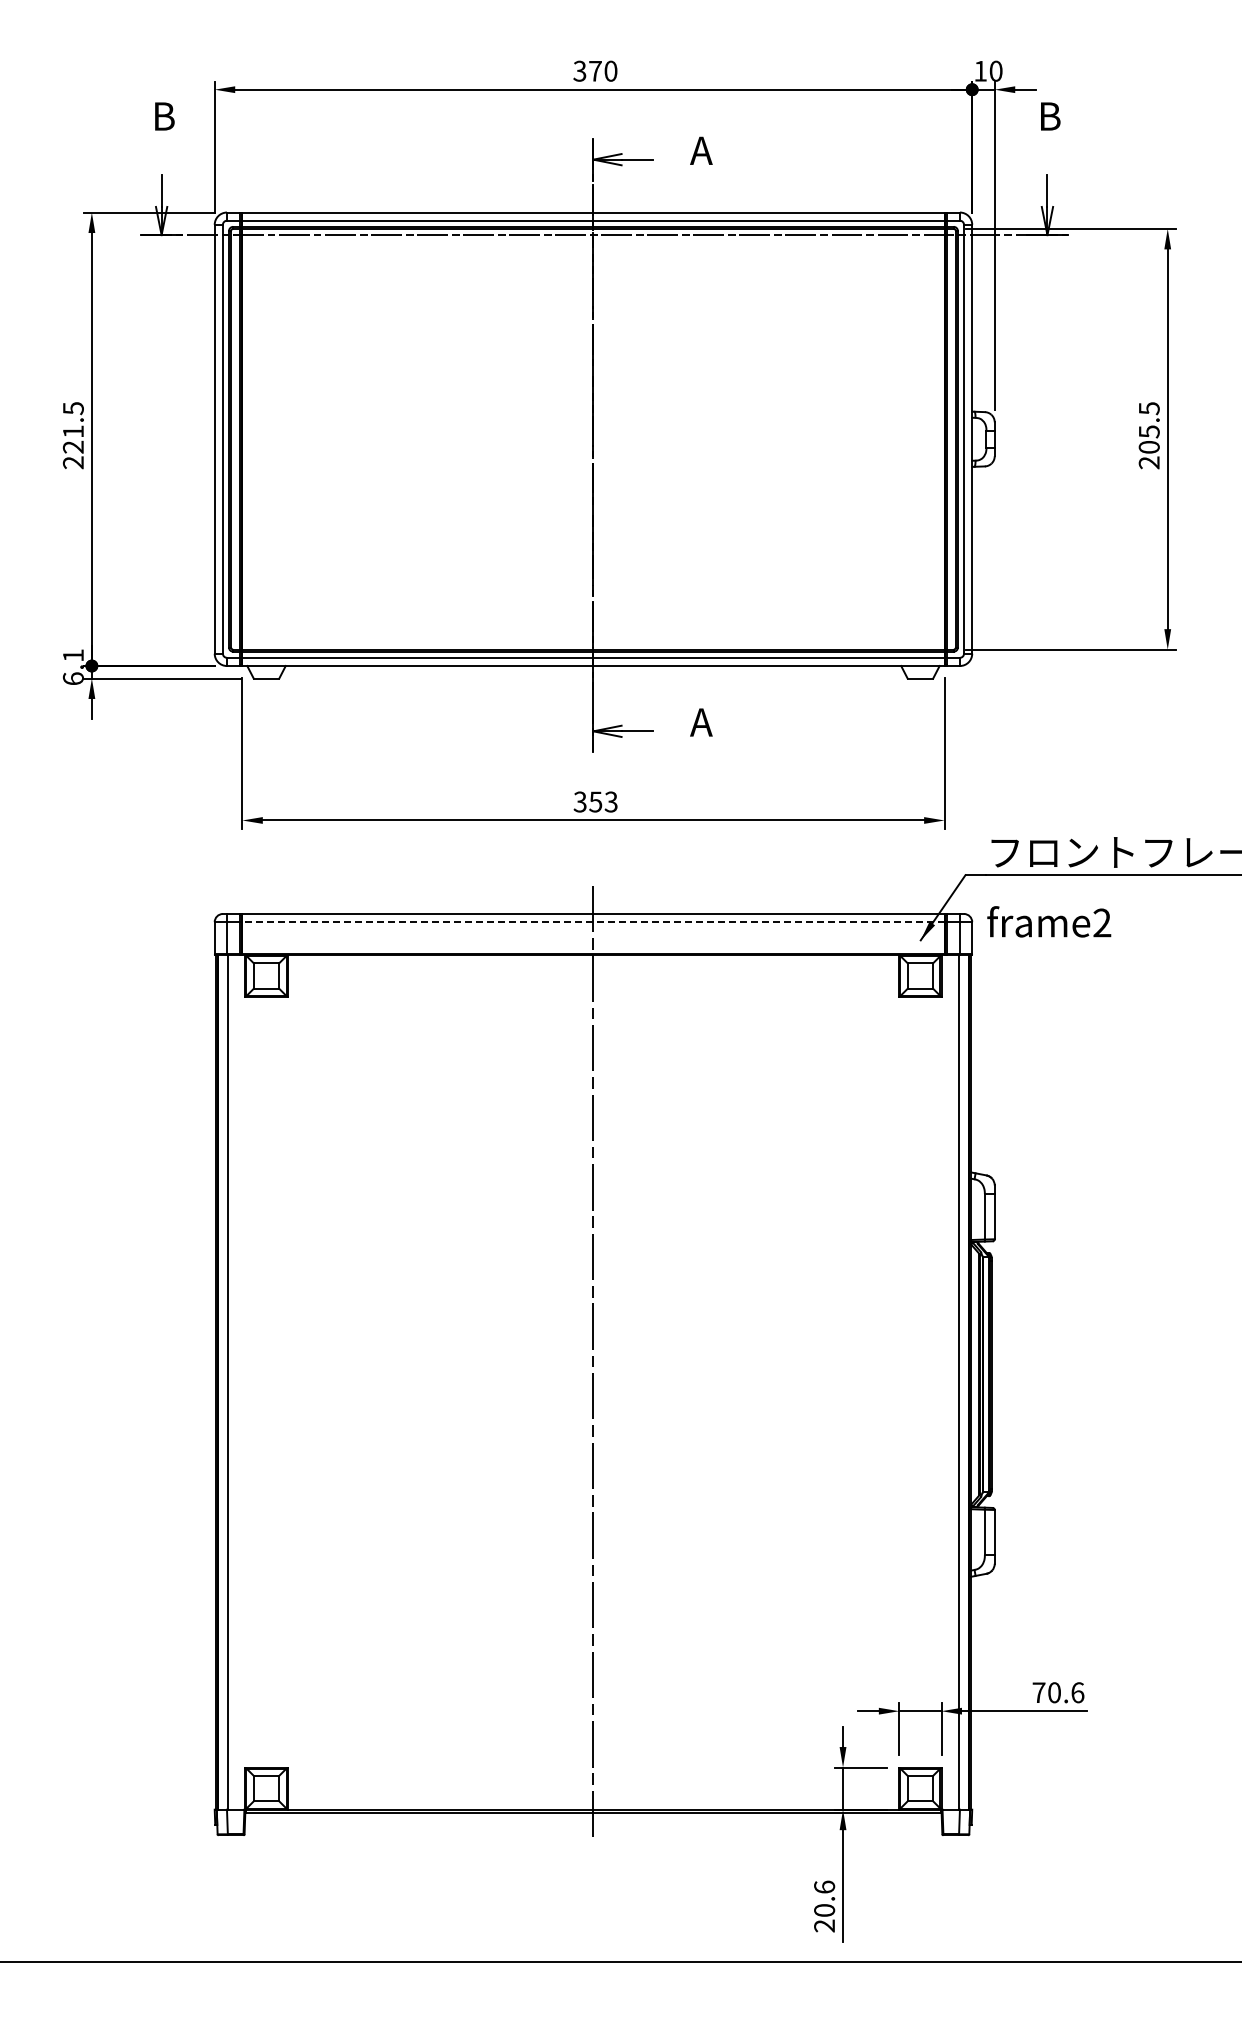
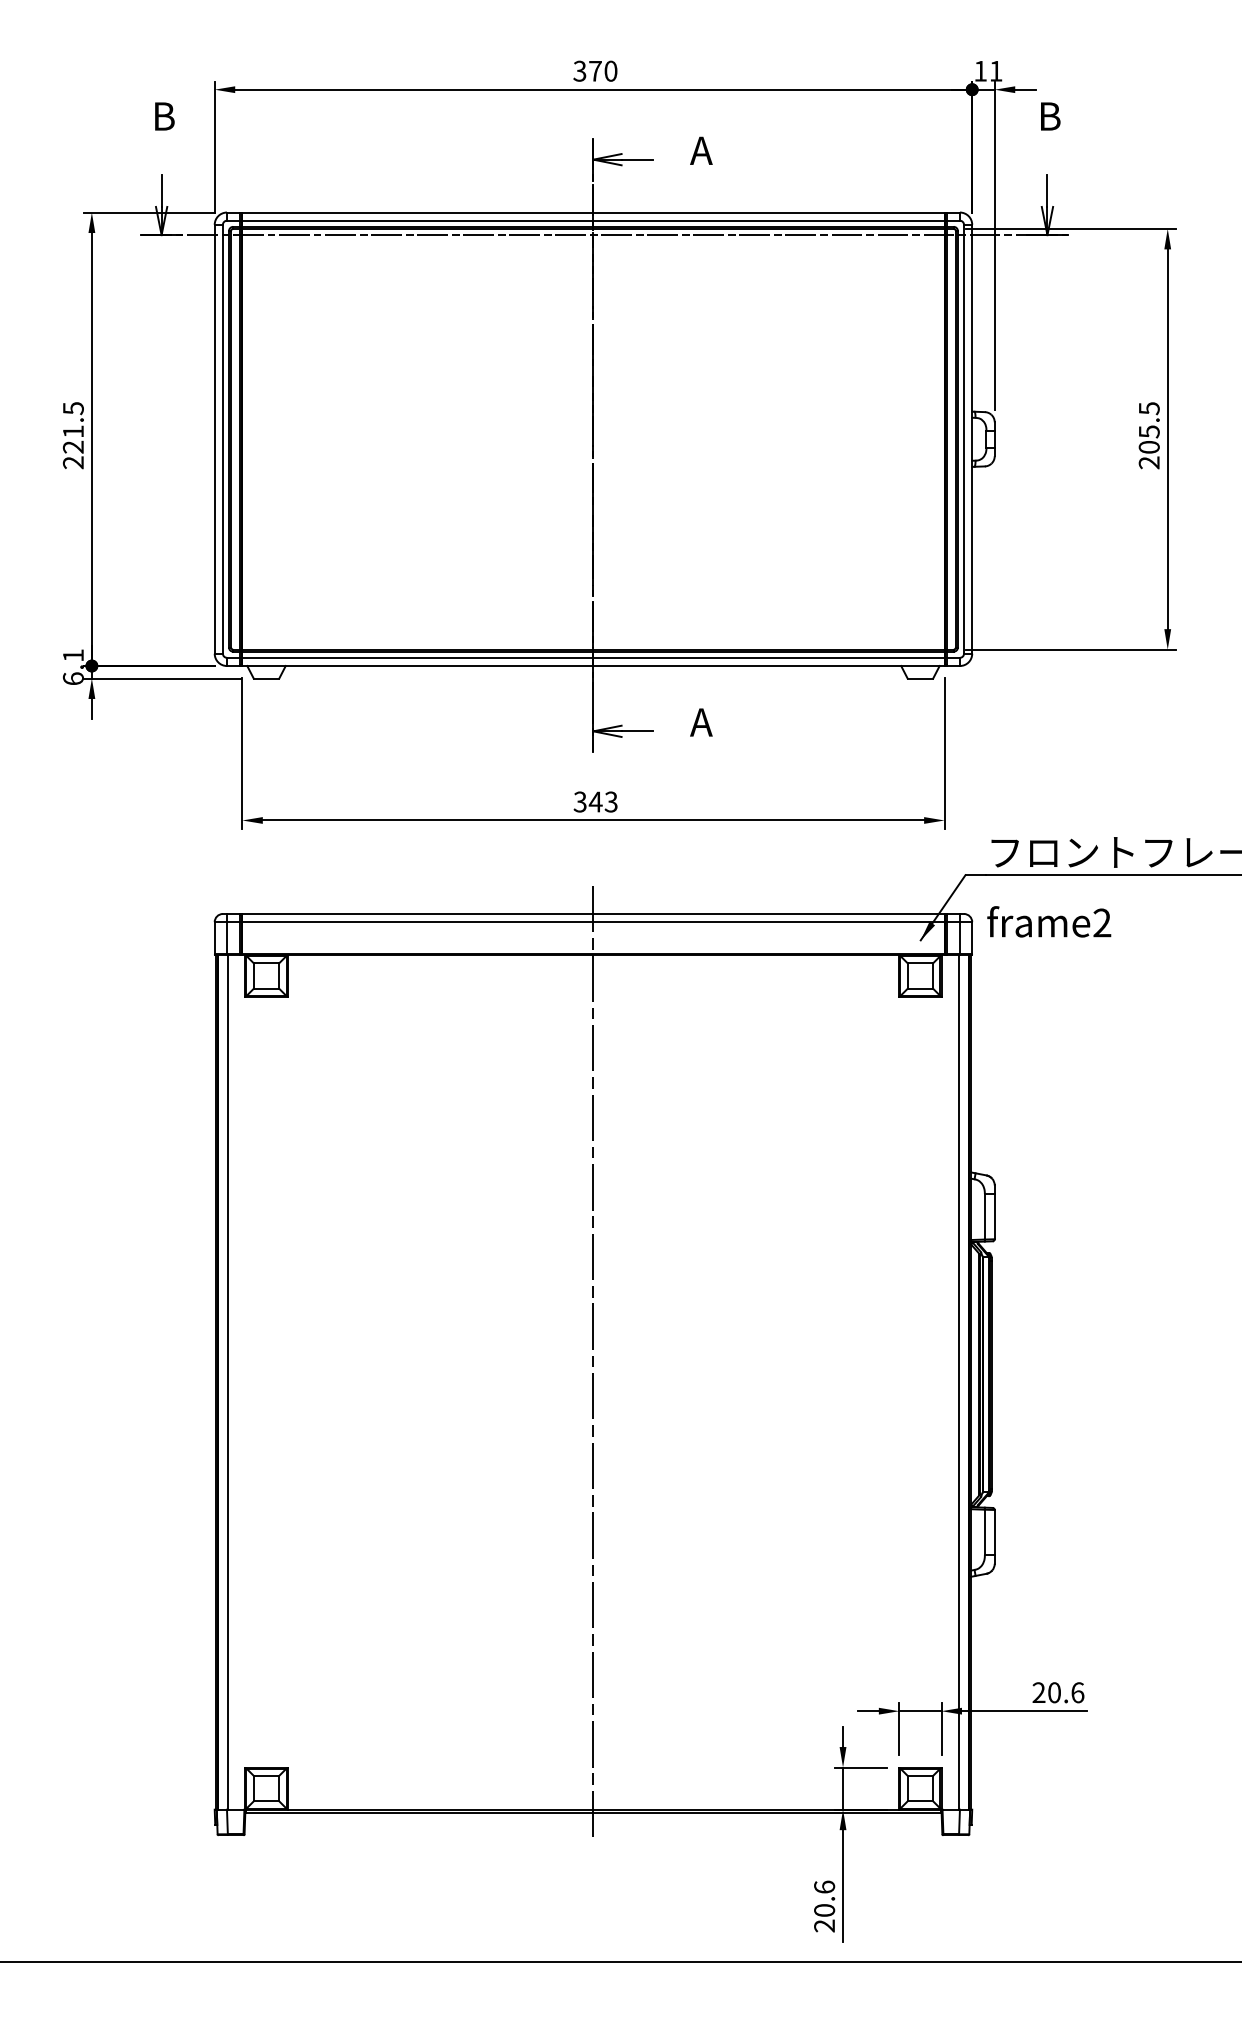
text at (995, 70): 10 -> 11
text at (595, 801): 353 -> 343
line at (592, 922): dashed -> solid
text at (1038, 1692): 70.6 -> 20.6
